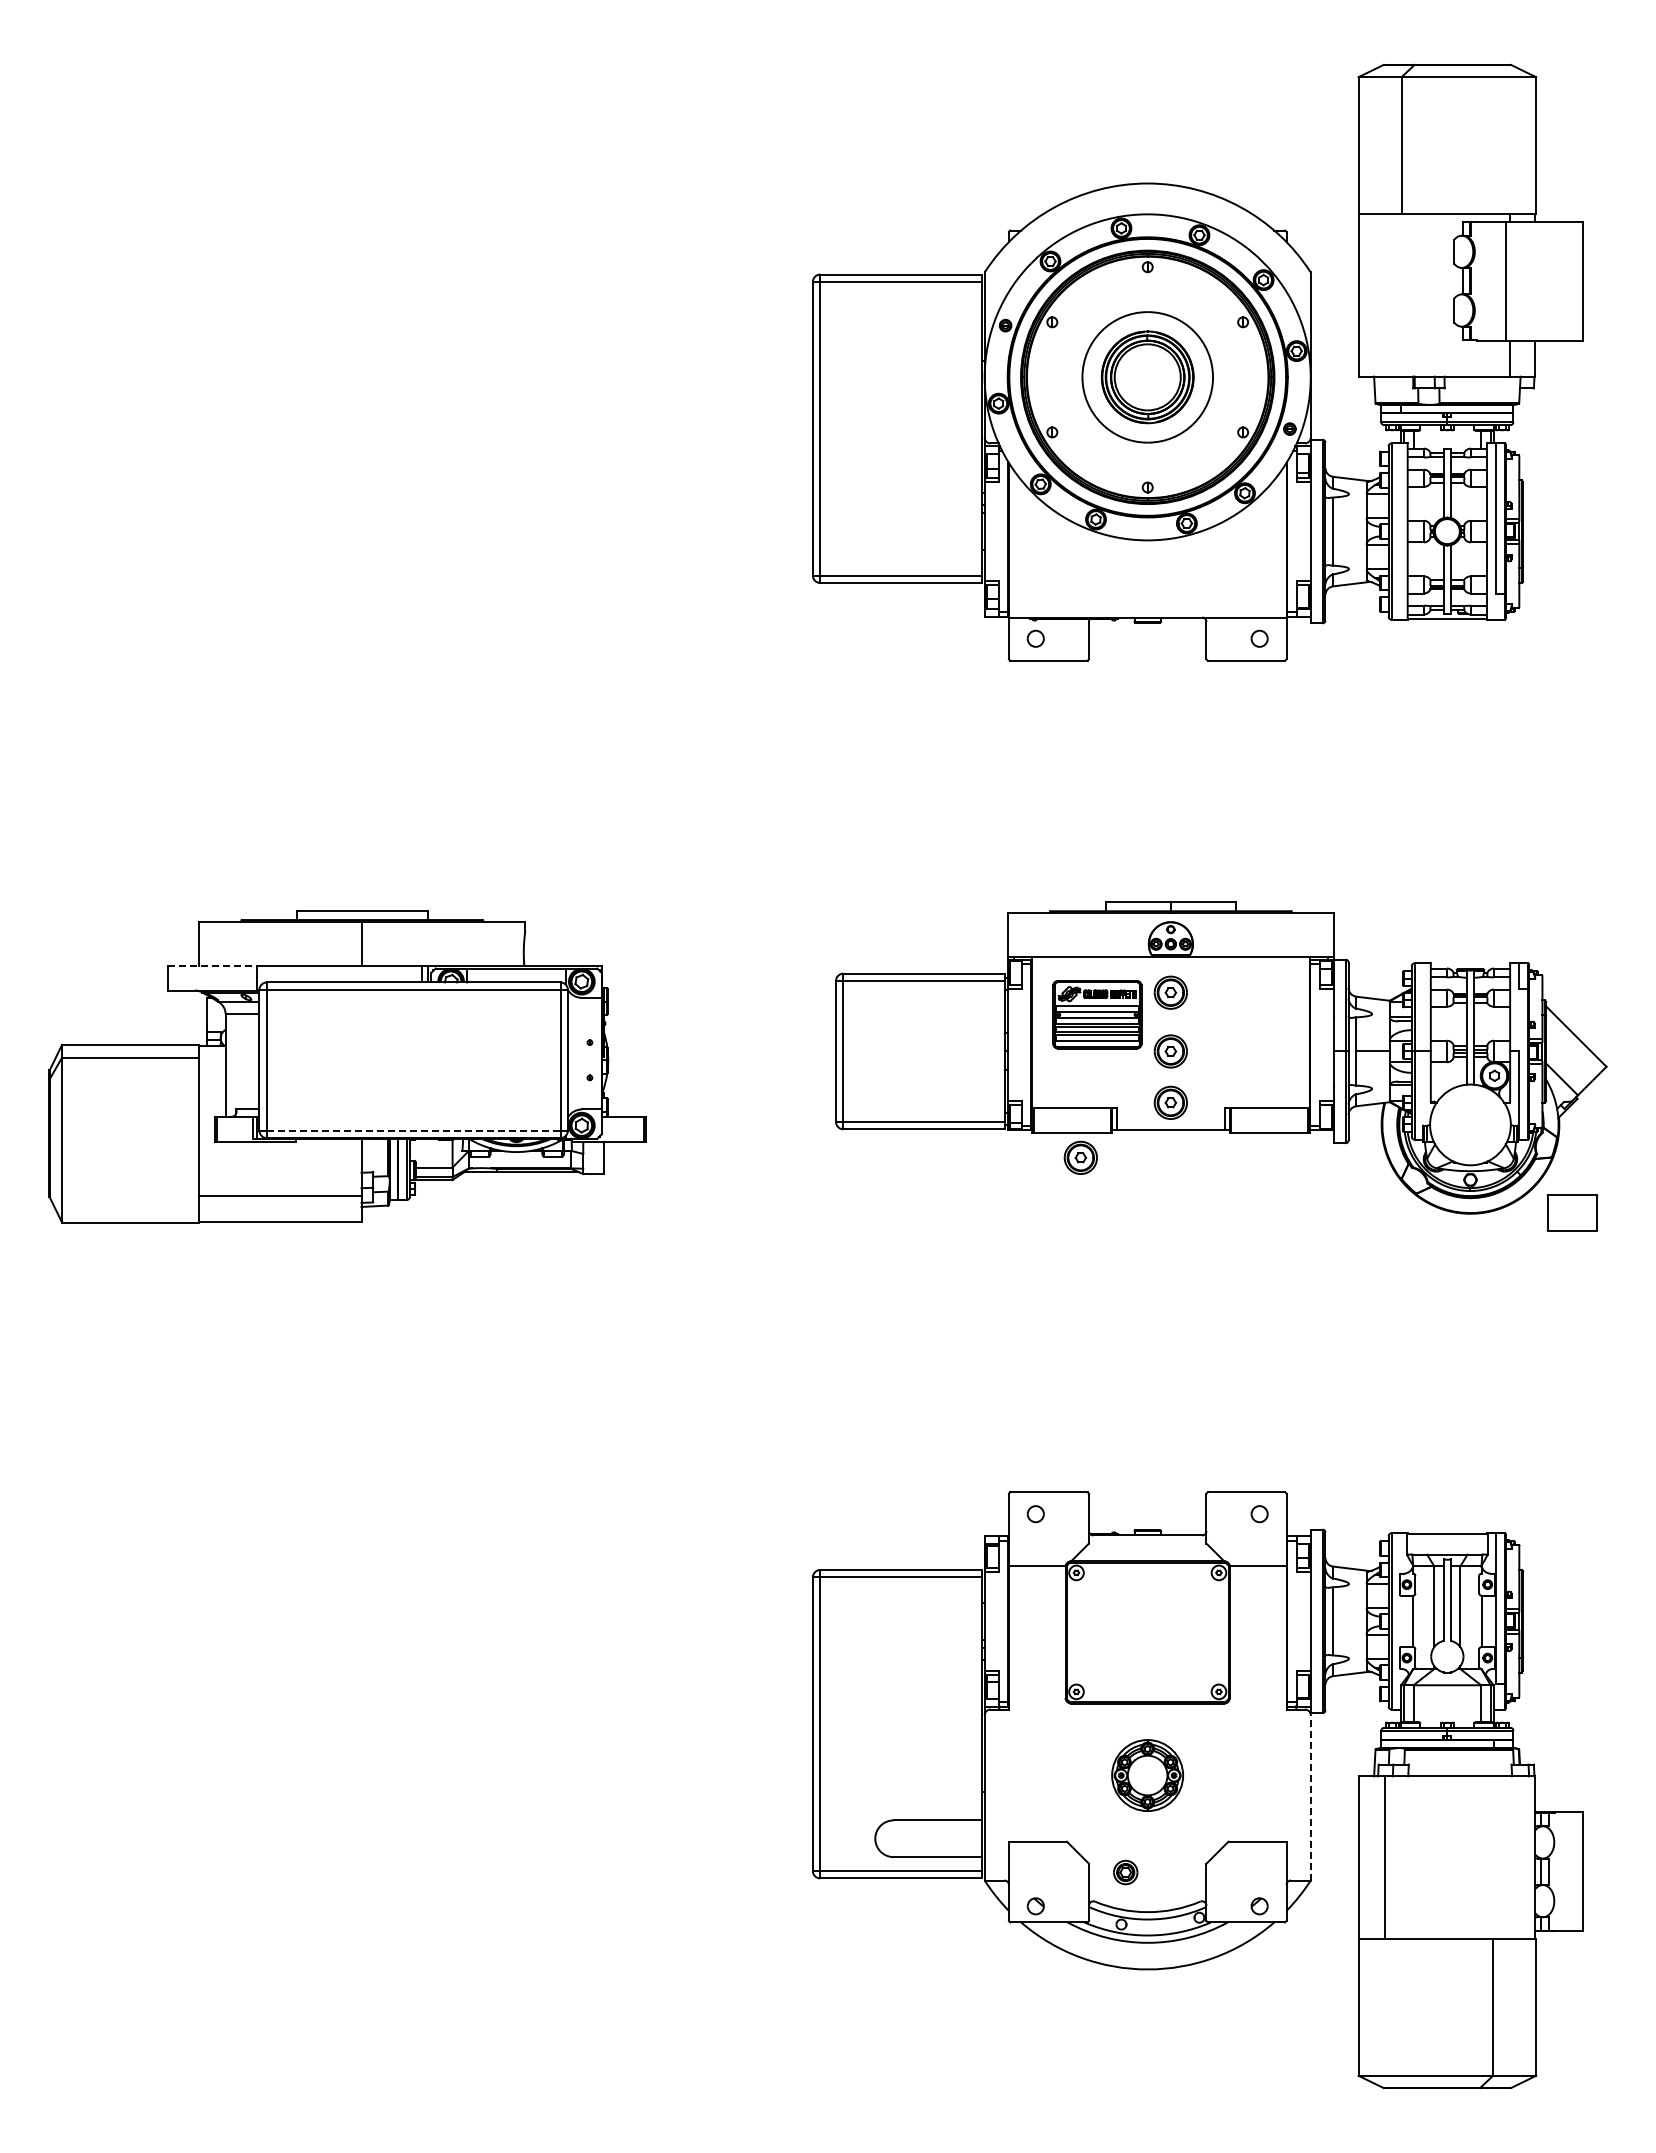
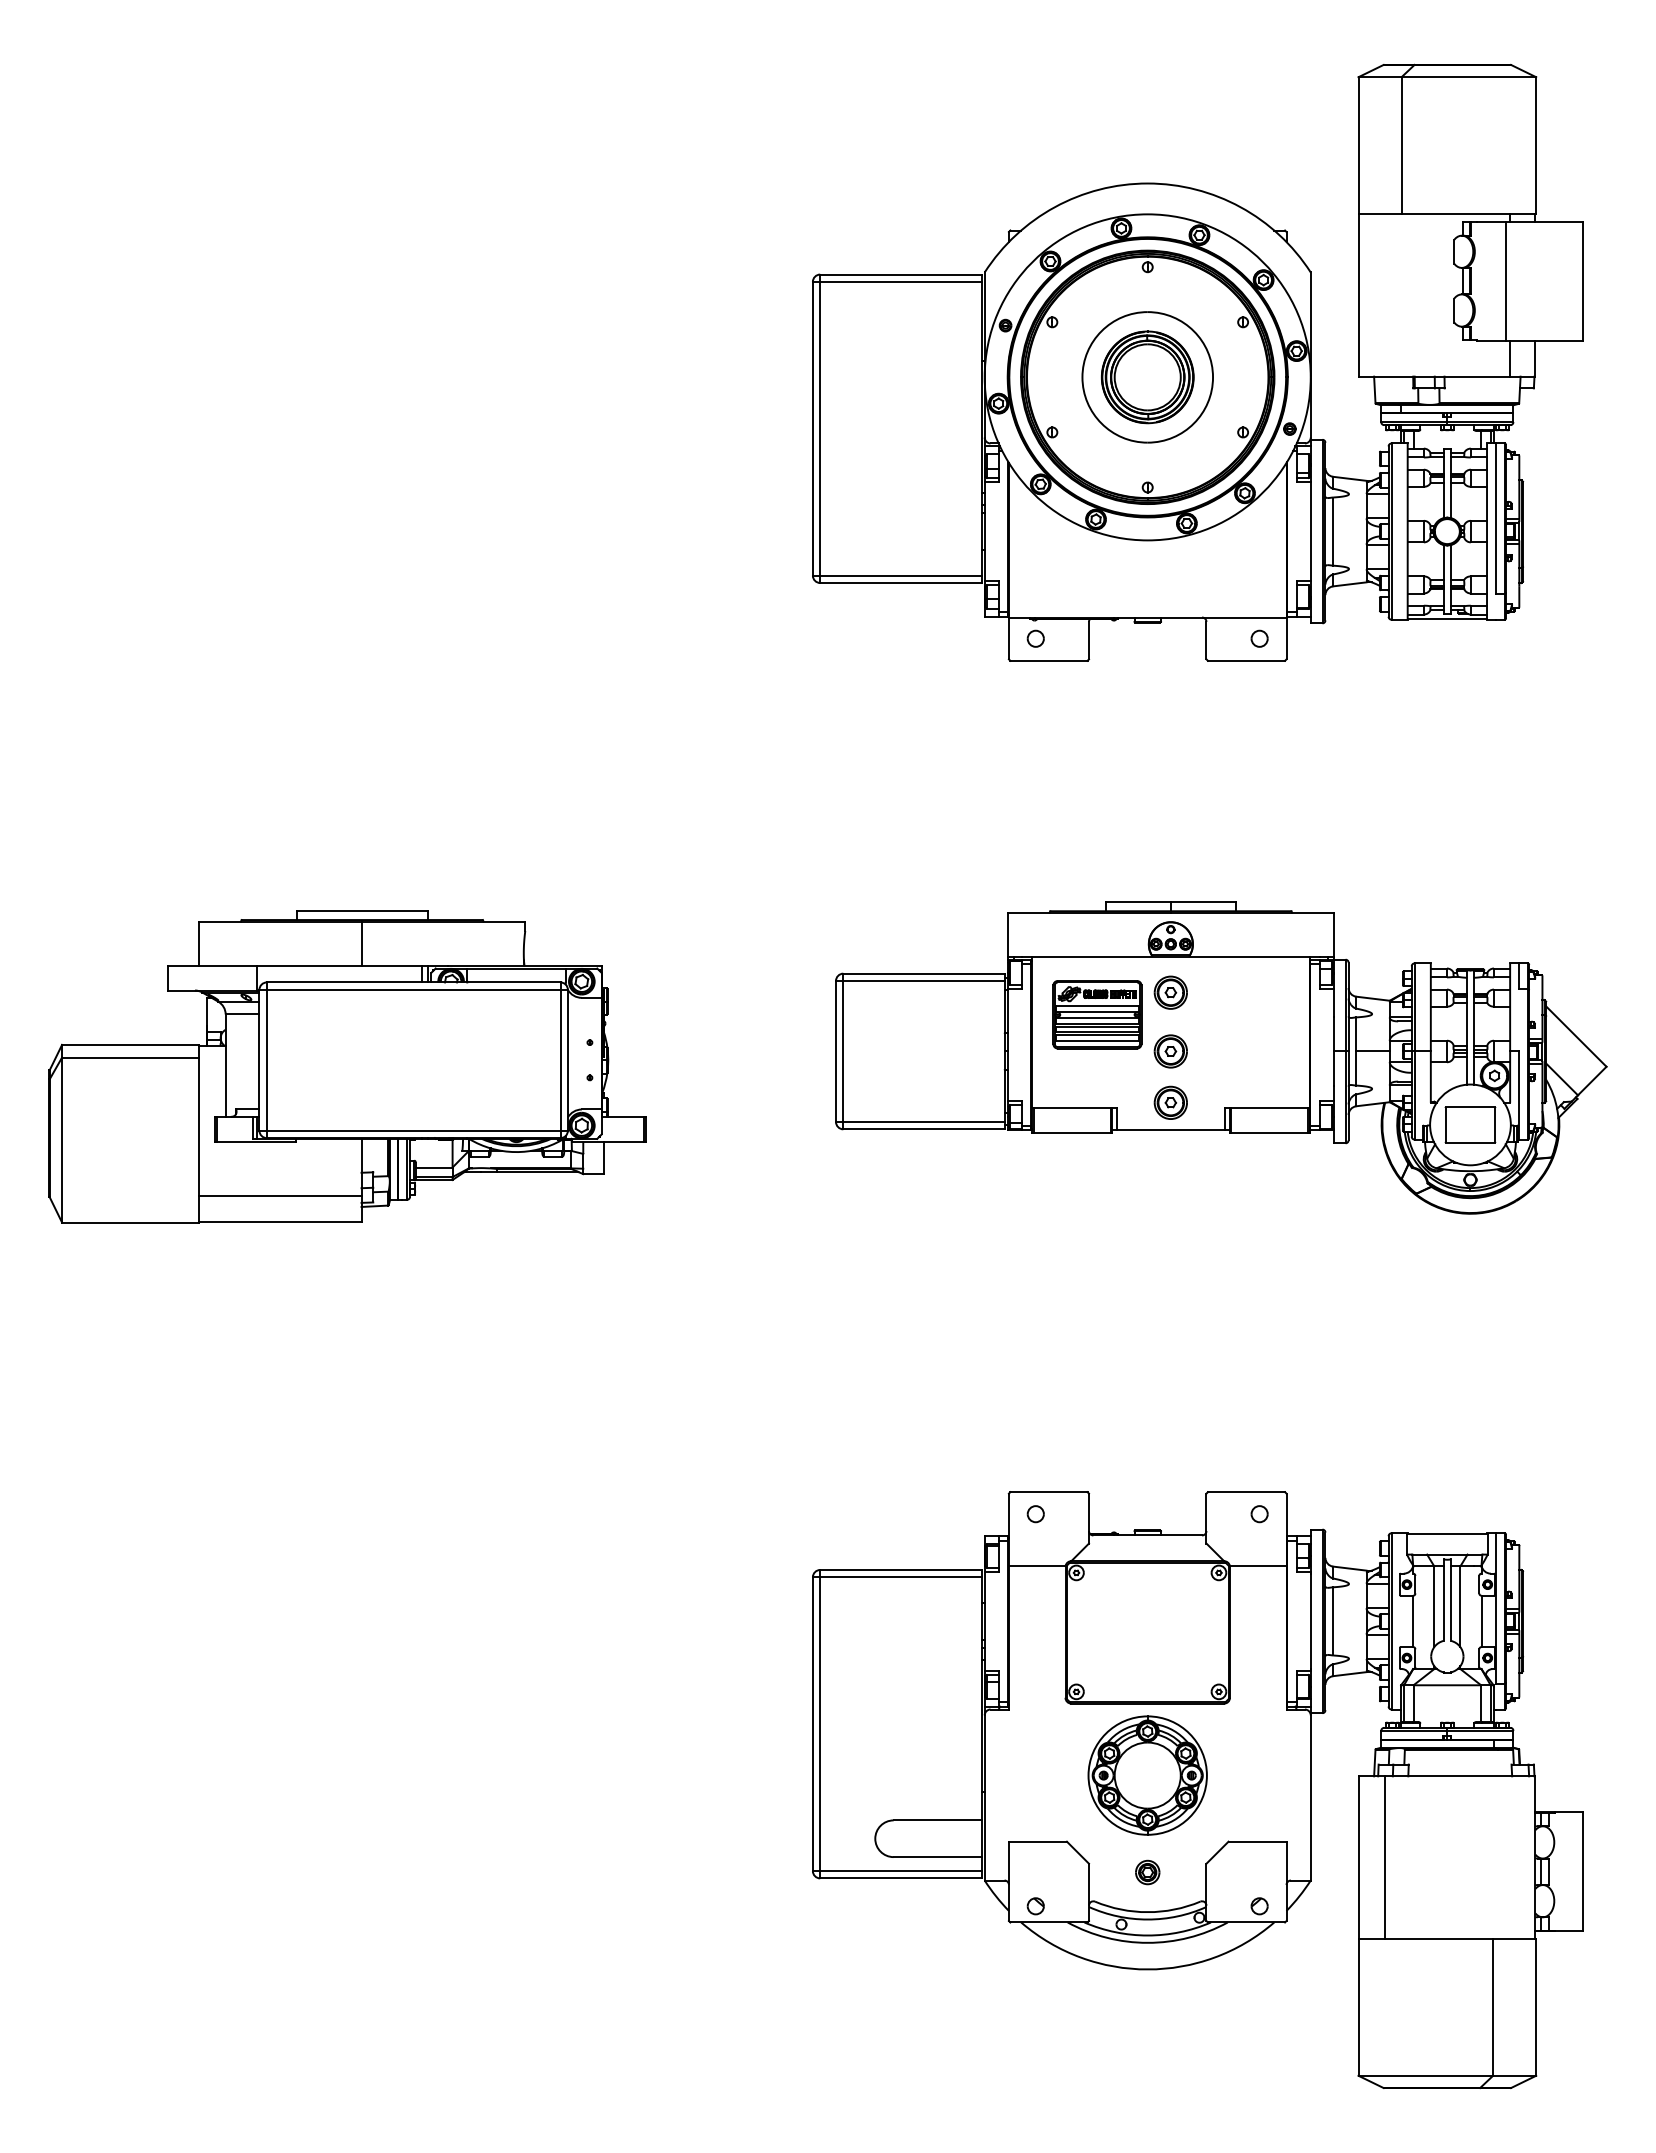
line at (213, 965): dashed -> solid
line at (413, 1130): dashed -> solid
part at (1080, 1157): present -> none
part at (1572, 1212) position: (1572, 1212) -> (1470, 1124)
part at (1147, 1775) size: 74x73 px -> 121x121 px
line at (1310, 1797): dashed -> solid
part at (1125, 1872) position: (1125, 1872) -> (1147, 1872)
